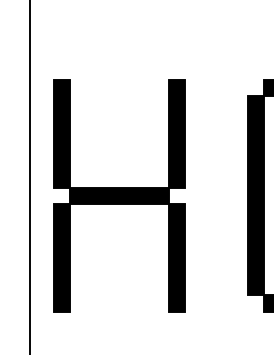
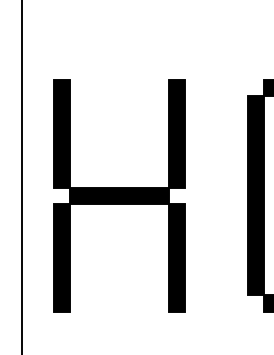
line at (30, 176) position: (30, 176) -> (22, 176)
